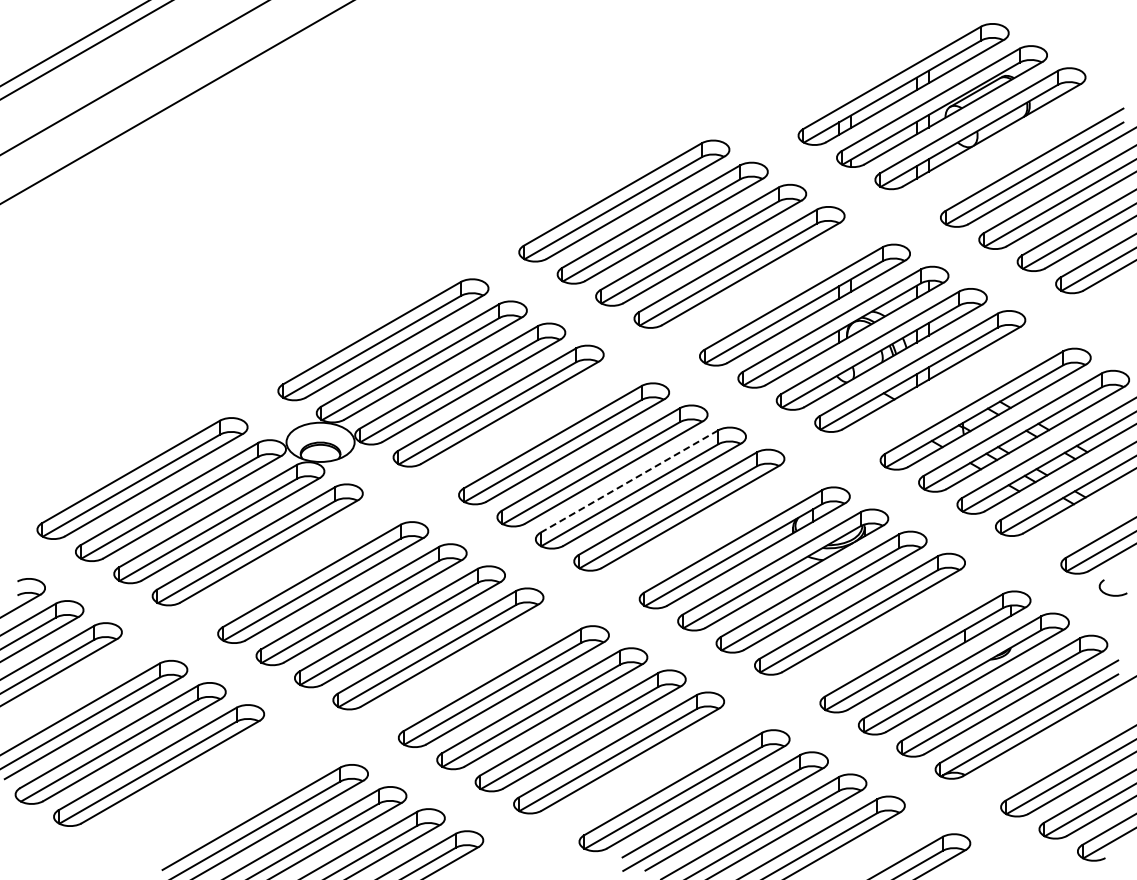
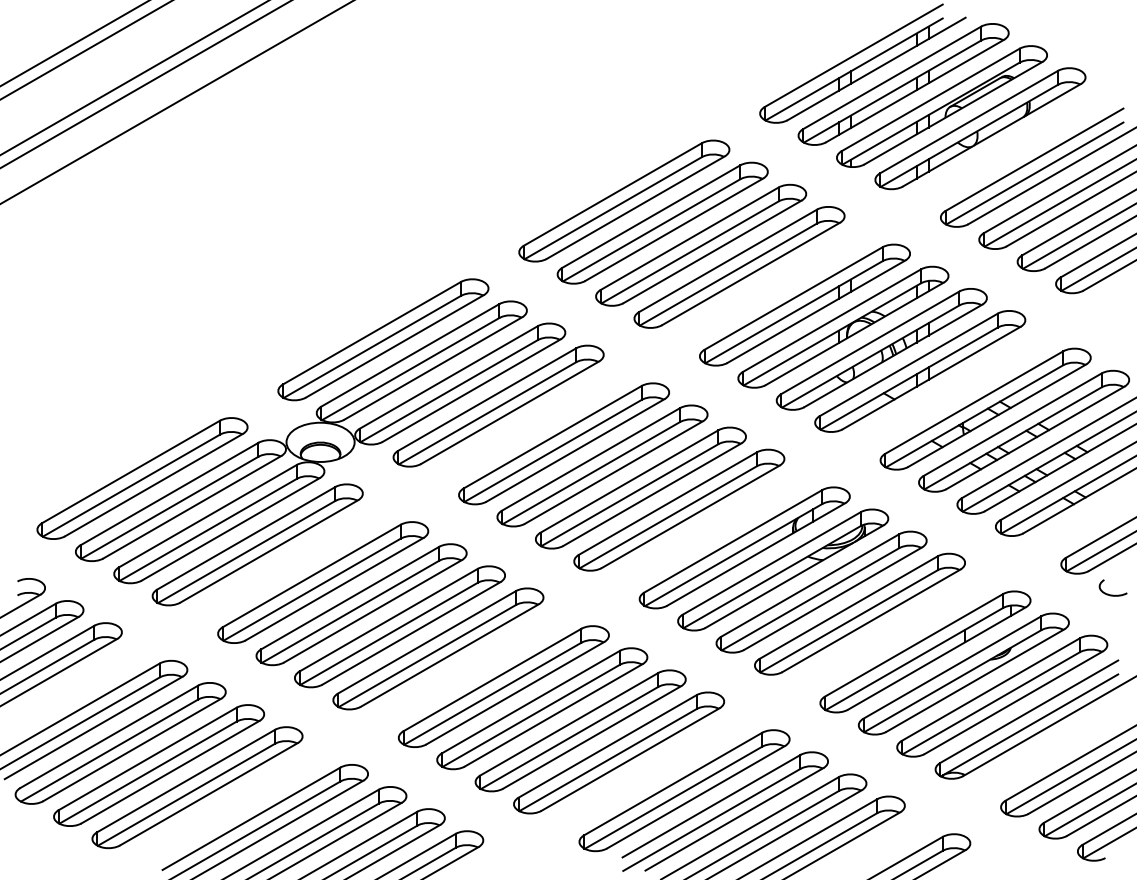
part at (862, 63): none -> present
line at (145, 84): none -> present
line at (629, 481): dashed -> solid
part at (197, 787): none -> present
